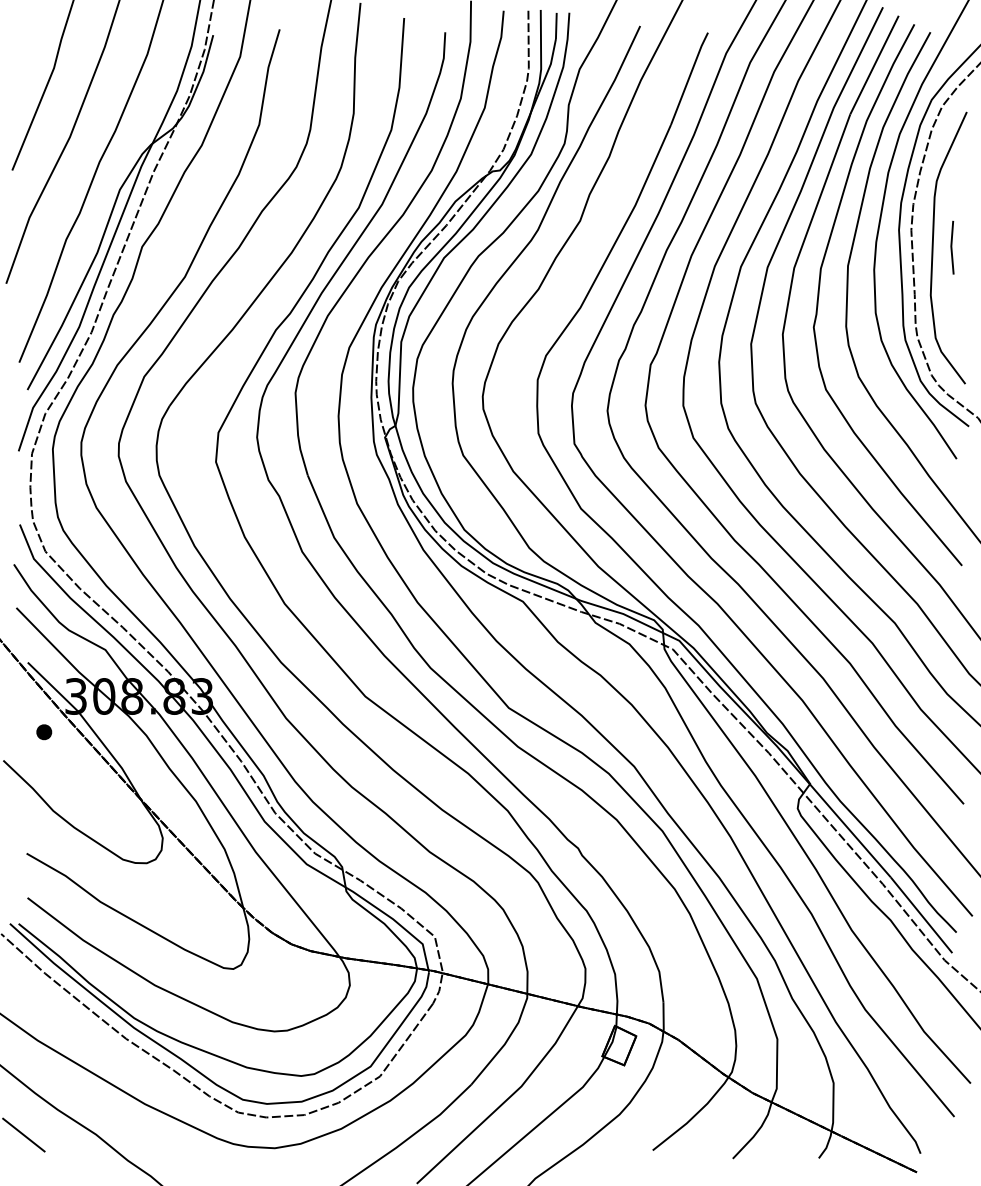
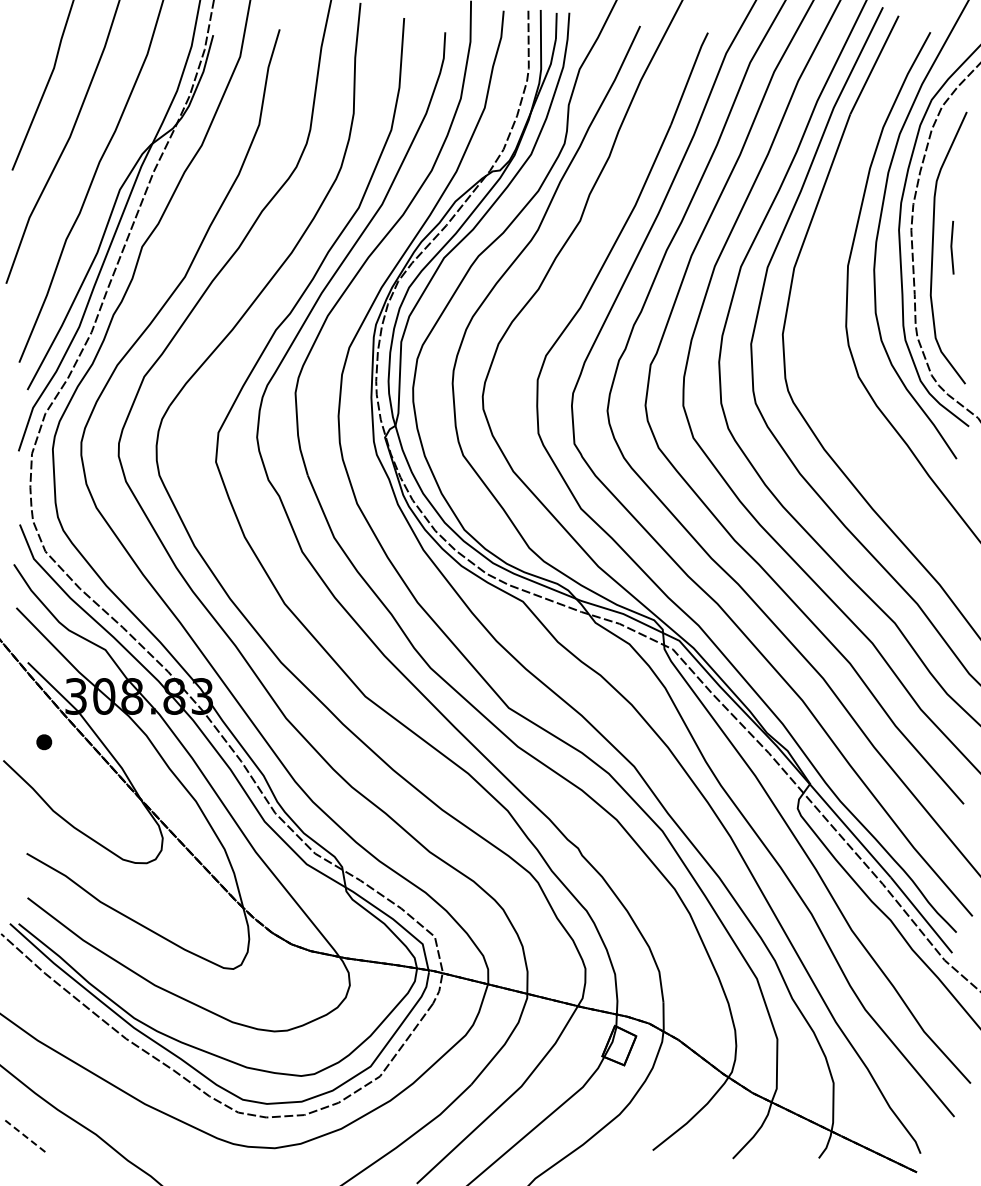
curve at (820, 286): present -> none
part at (44, 732) position: (44, 732) -> (44, 742)
line at (23, 1134): solid -> dashed
